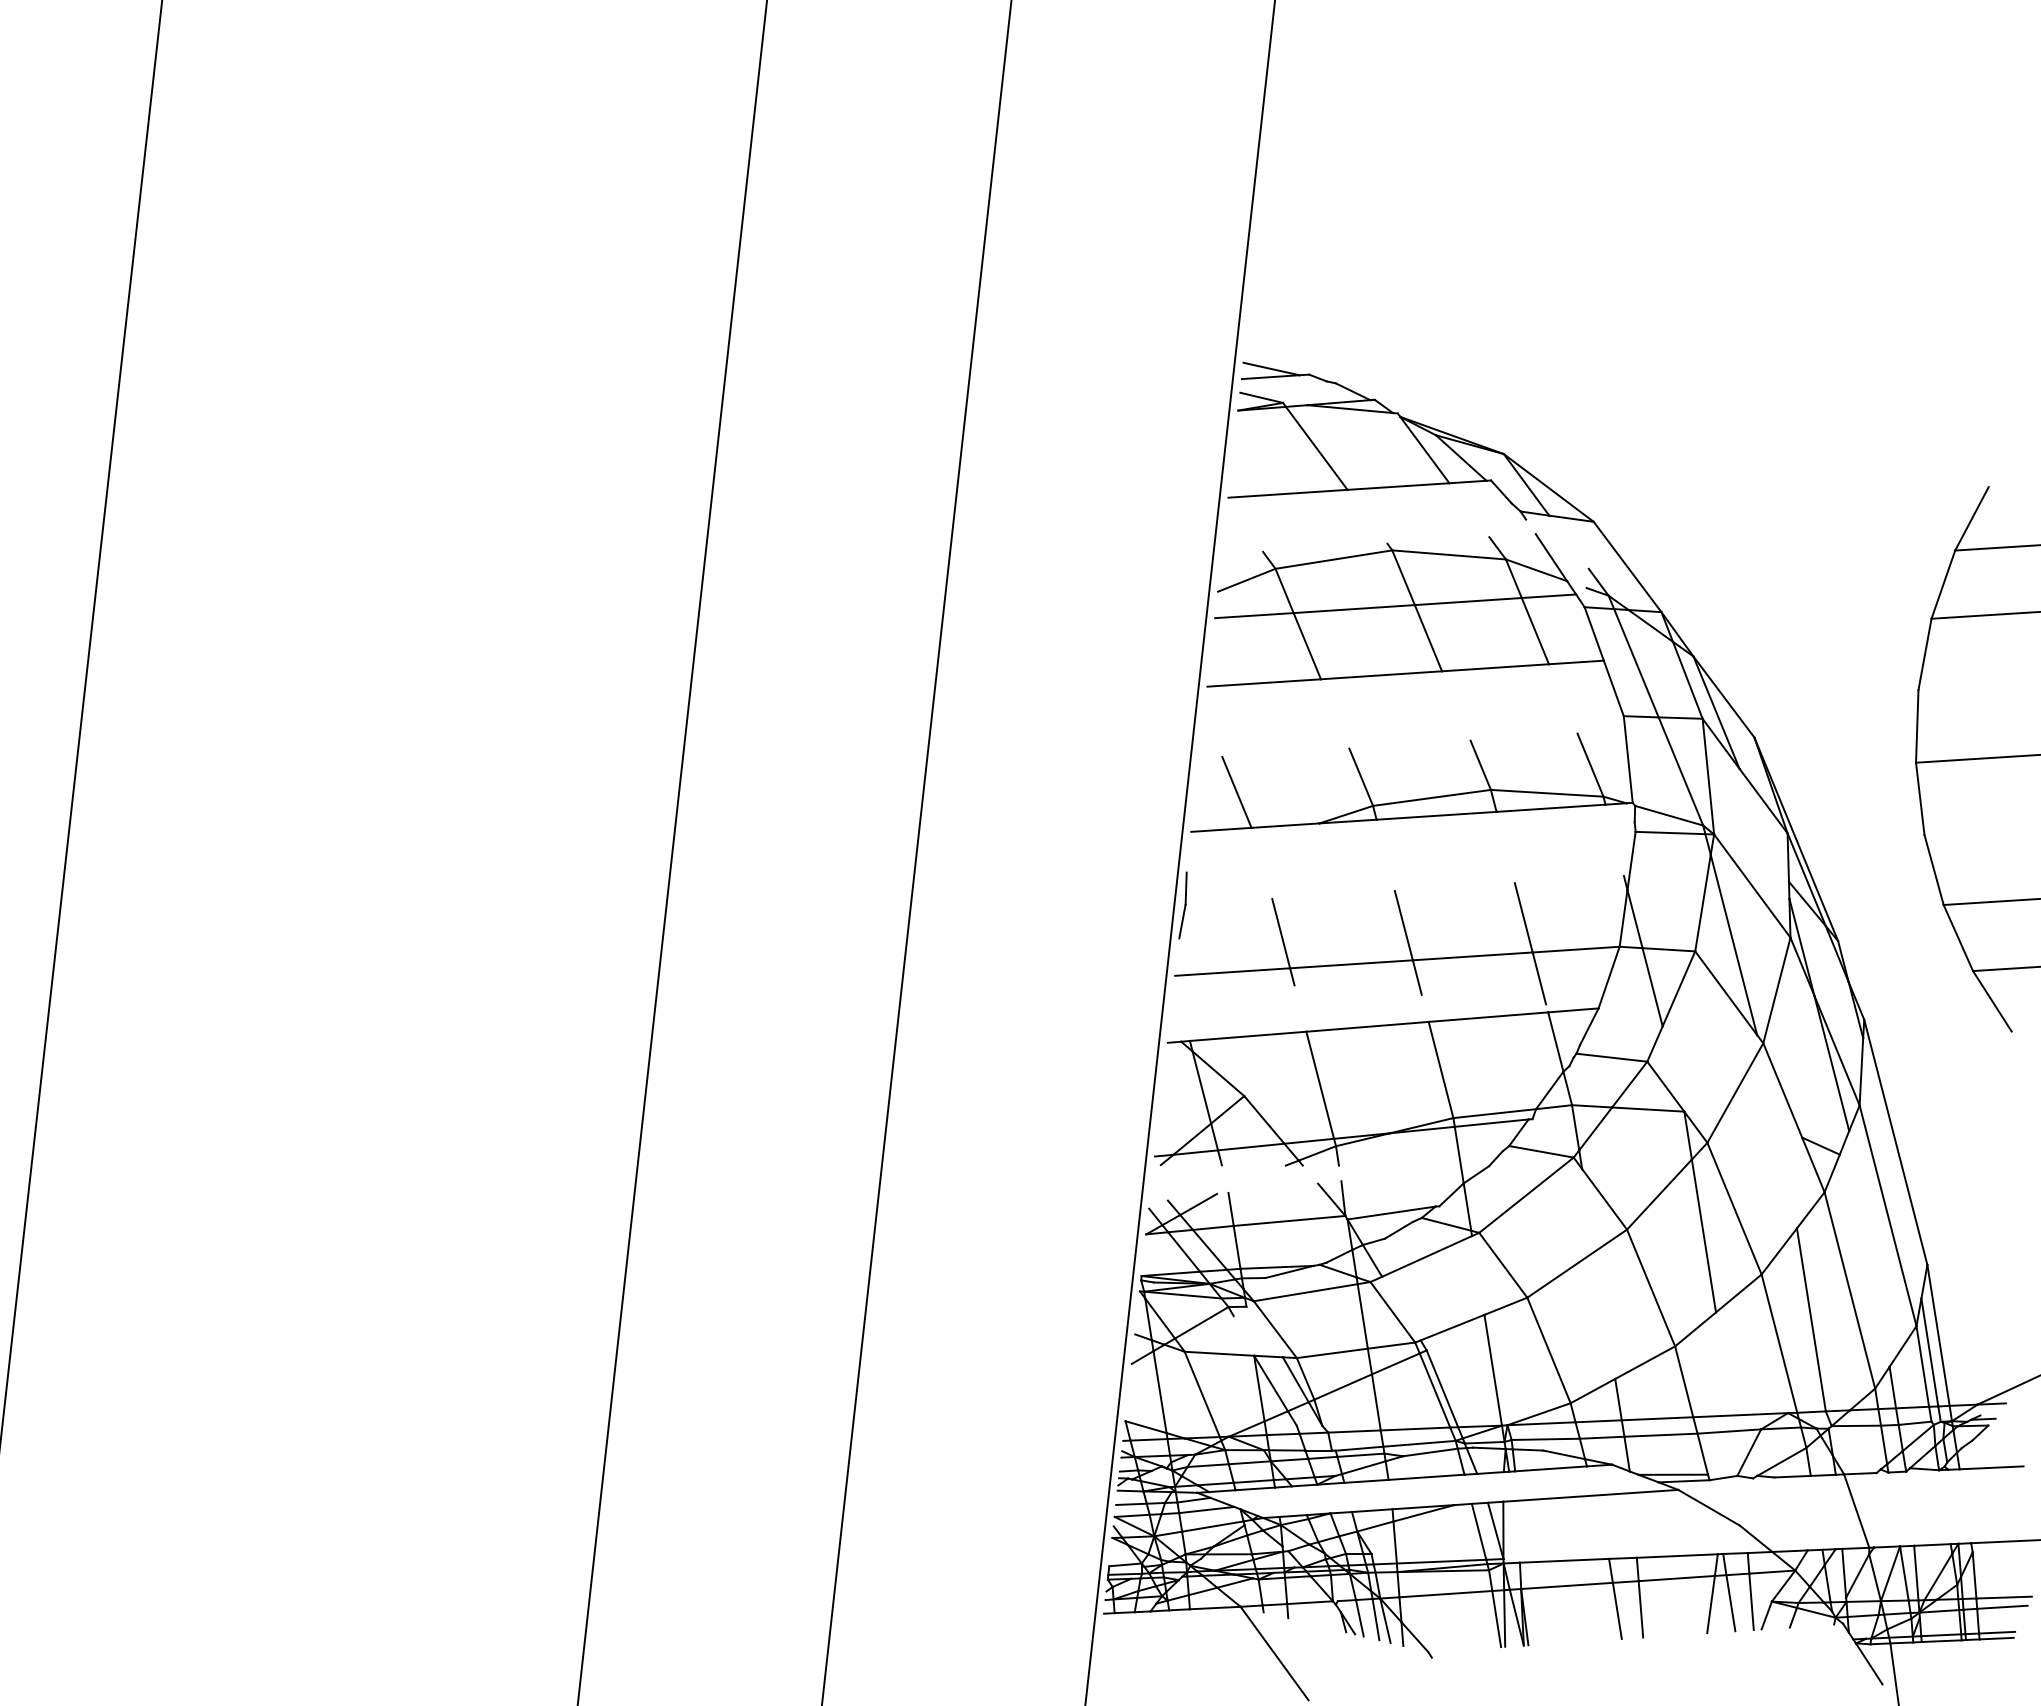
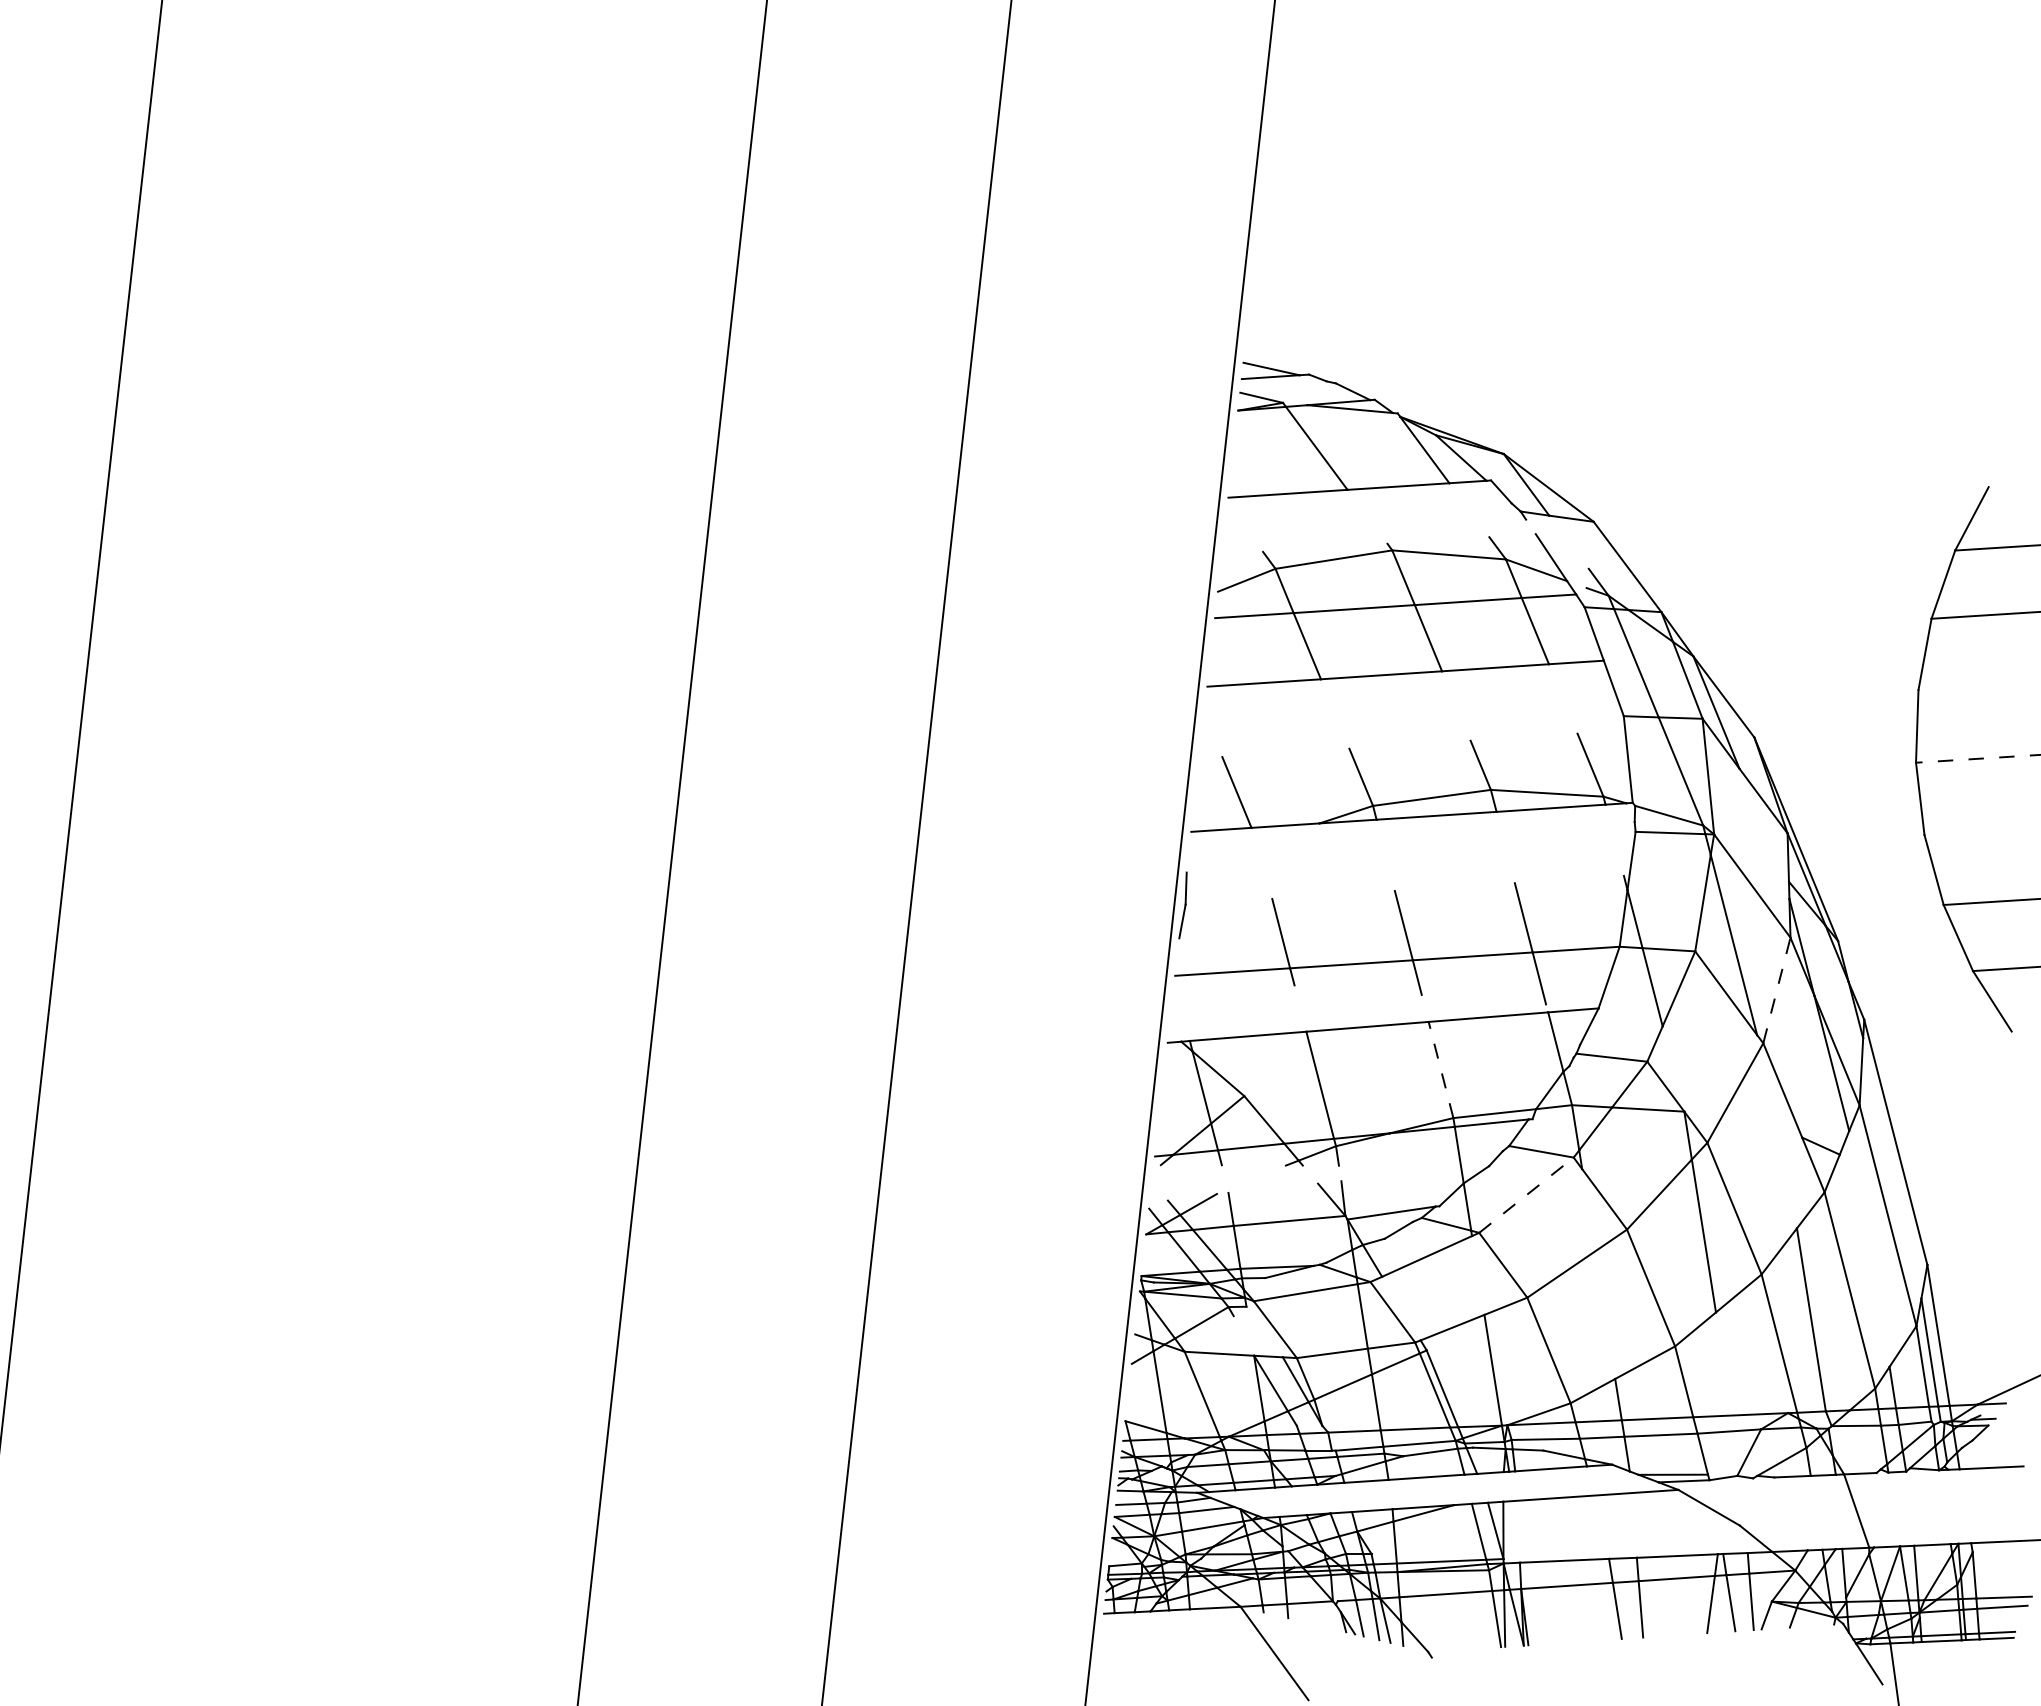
line at (1977, 758): solid -> dashed
line at (1777, 990): solid -> dashed
line at (1441, 1070): solid -> dashed
line at (1526, 1194): solid -> dashed
